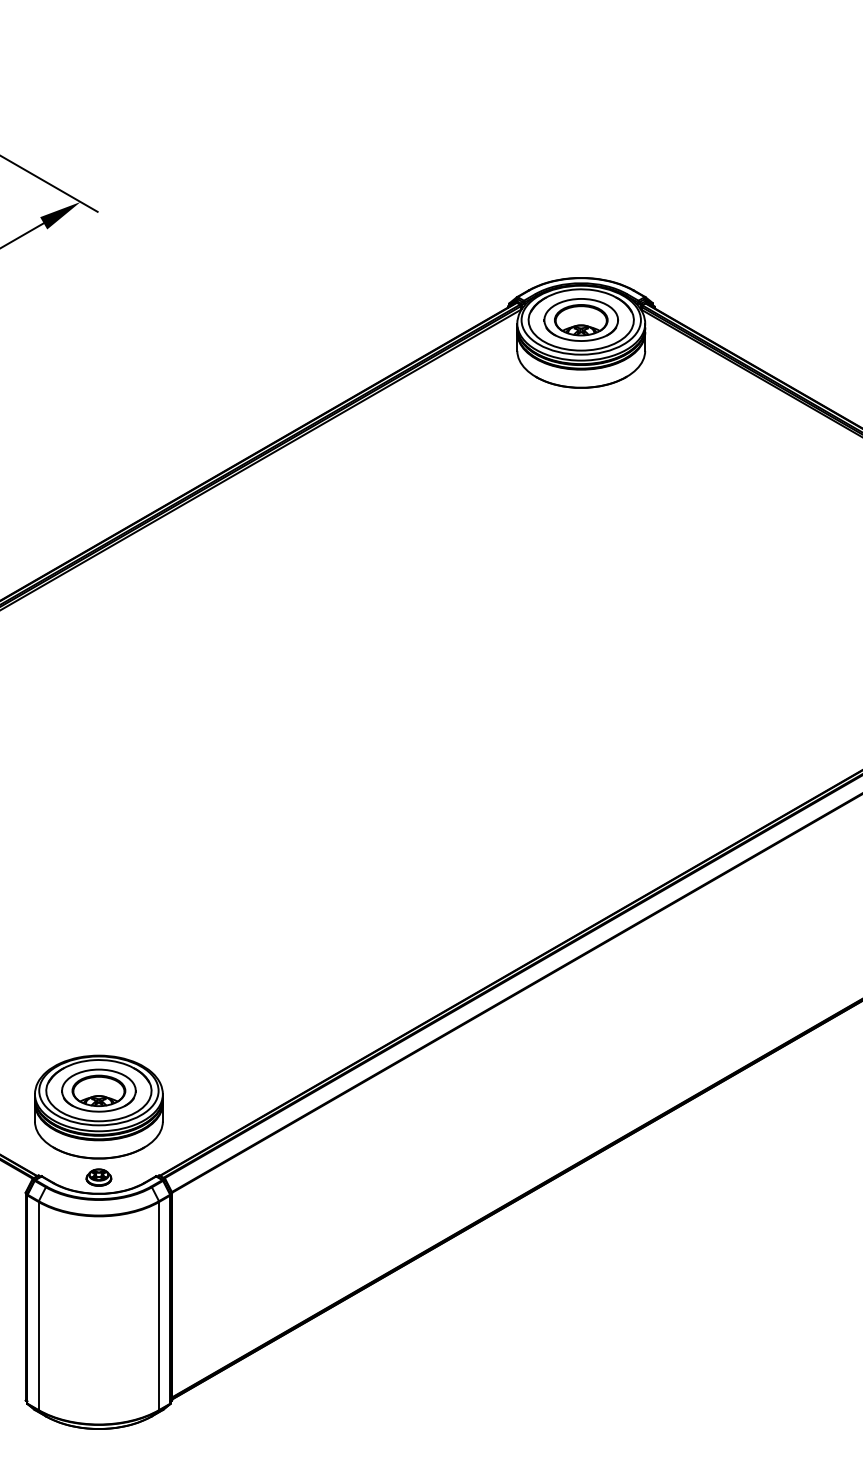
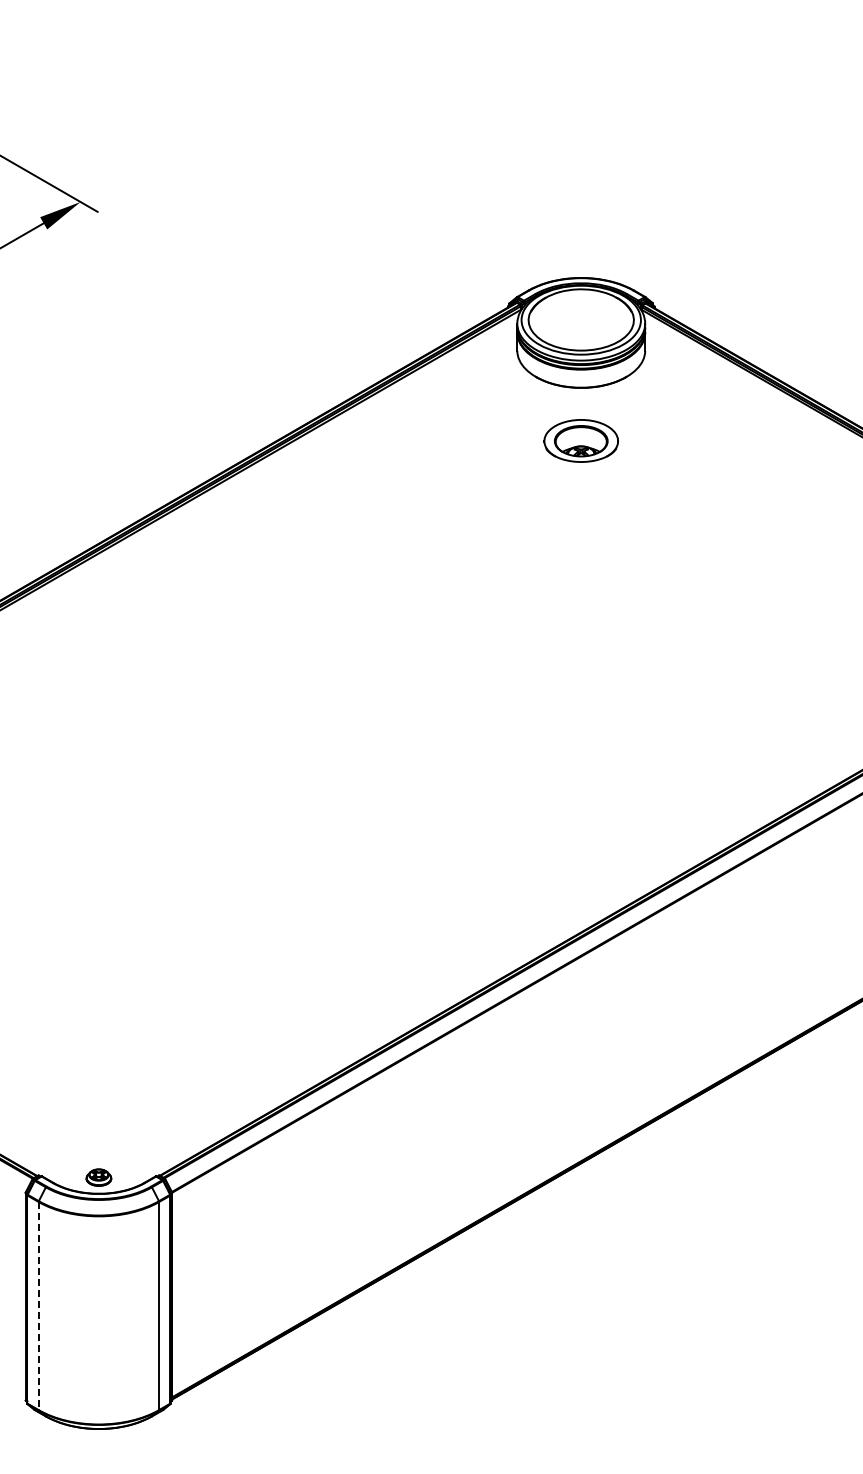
part at (580, 319) position: (580, 319) -> (580, 440)
part at (98, 1106): present -> none
line at (38, 1306): solid -> dashed
